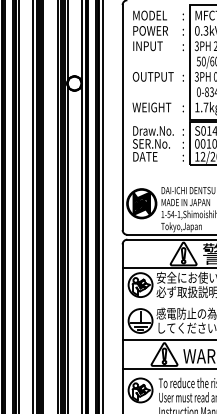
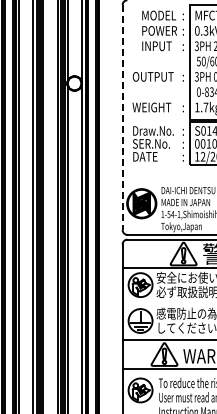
text at (150, 30) position: (150, 30) -> (159, 30)
line at (122, 117): solid -> dashed
line at (102, 206): present -> none
